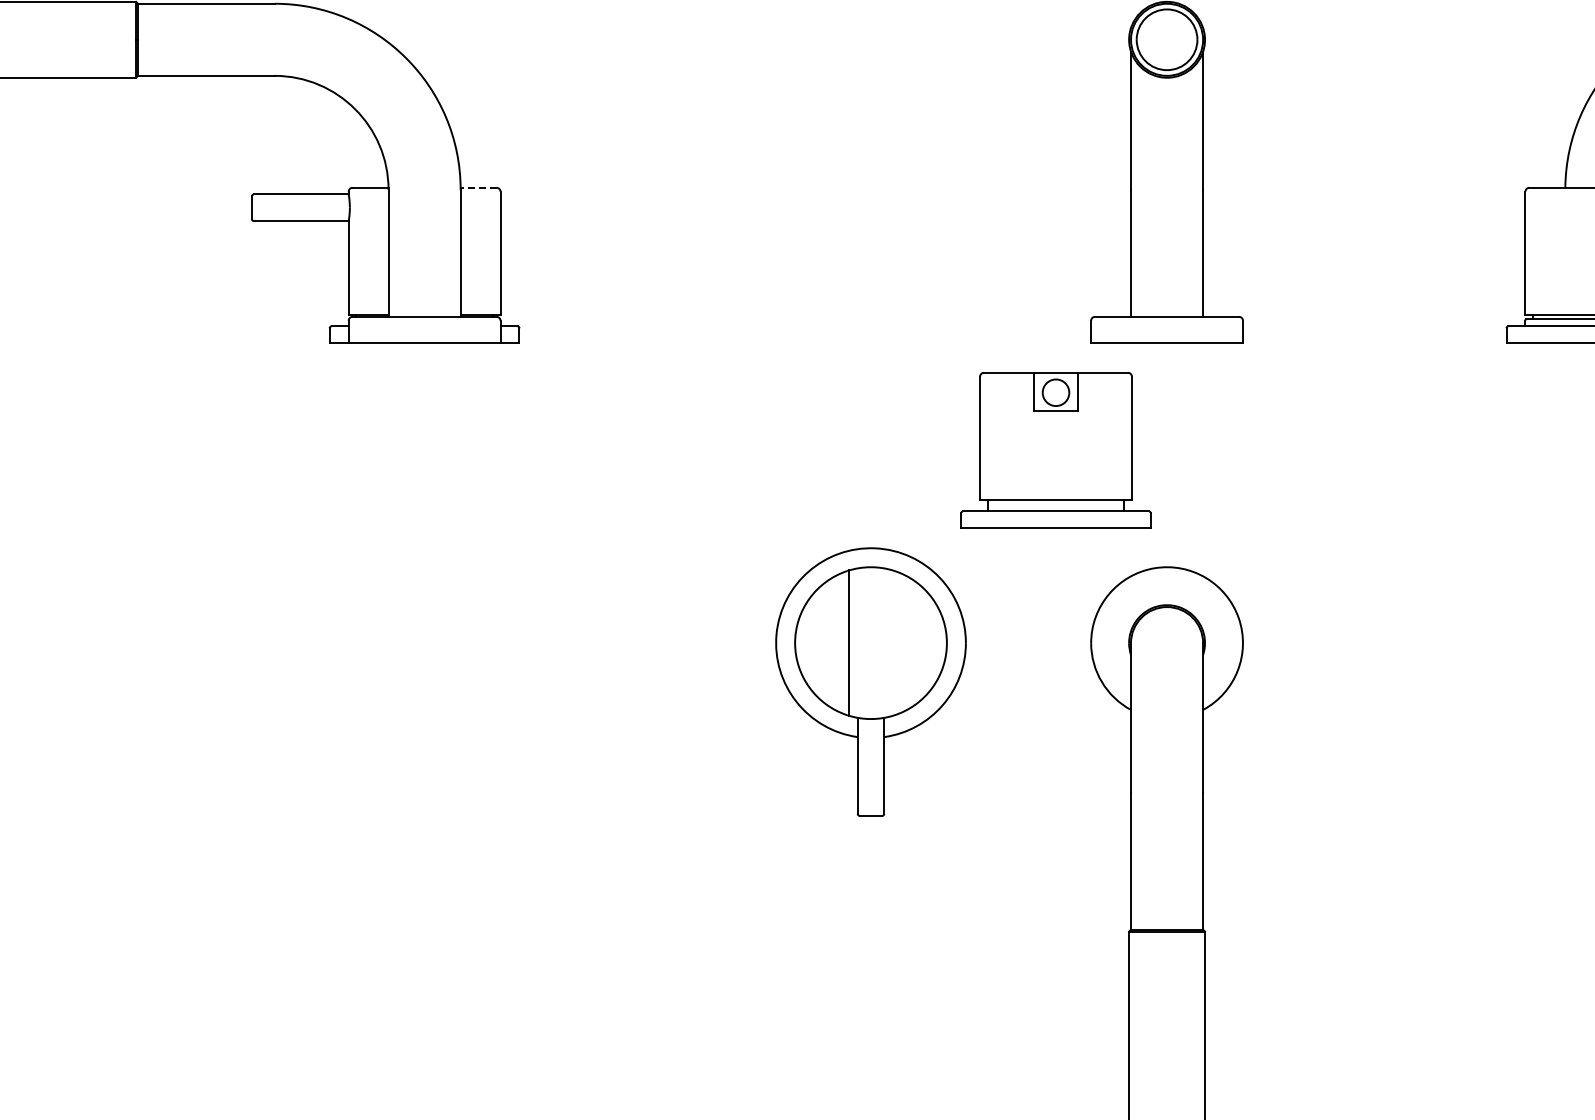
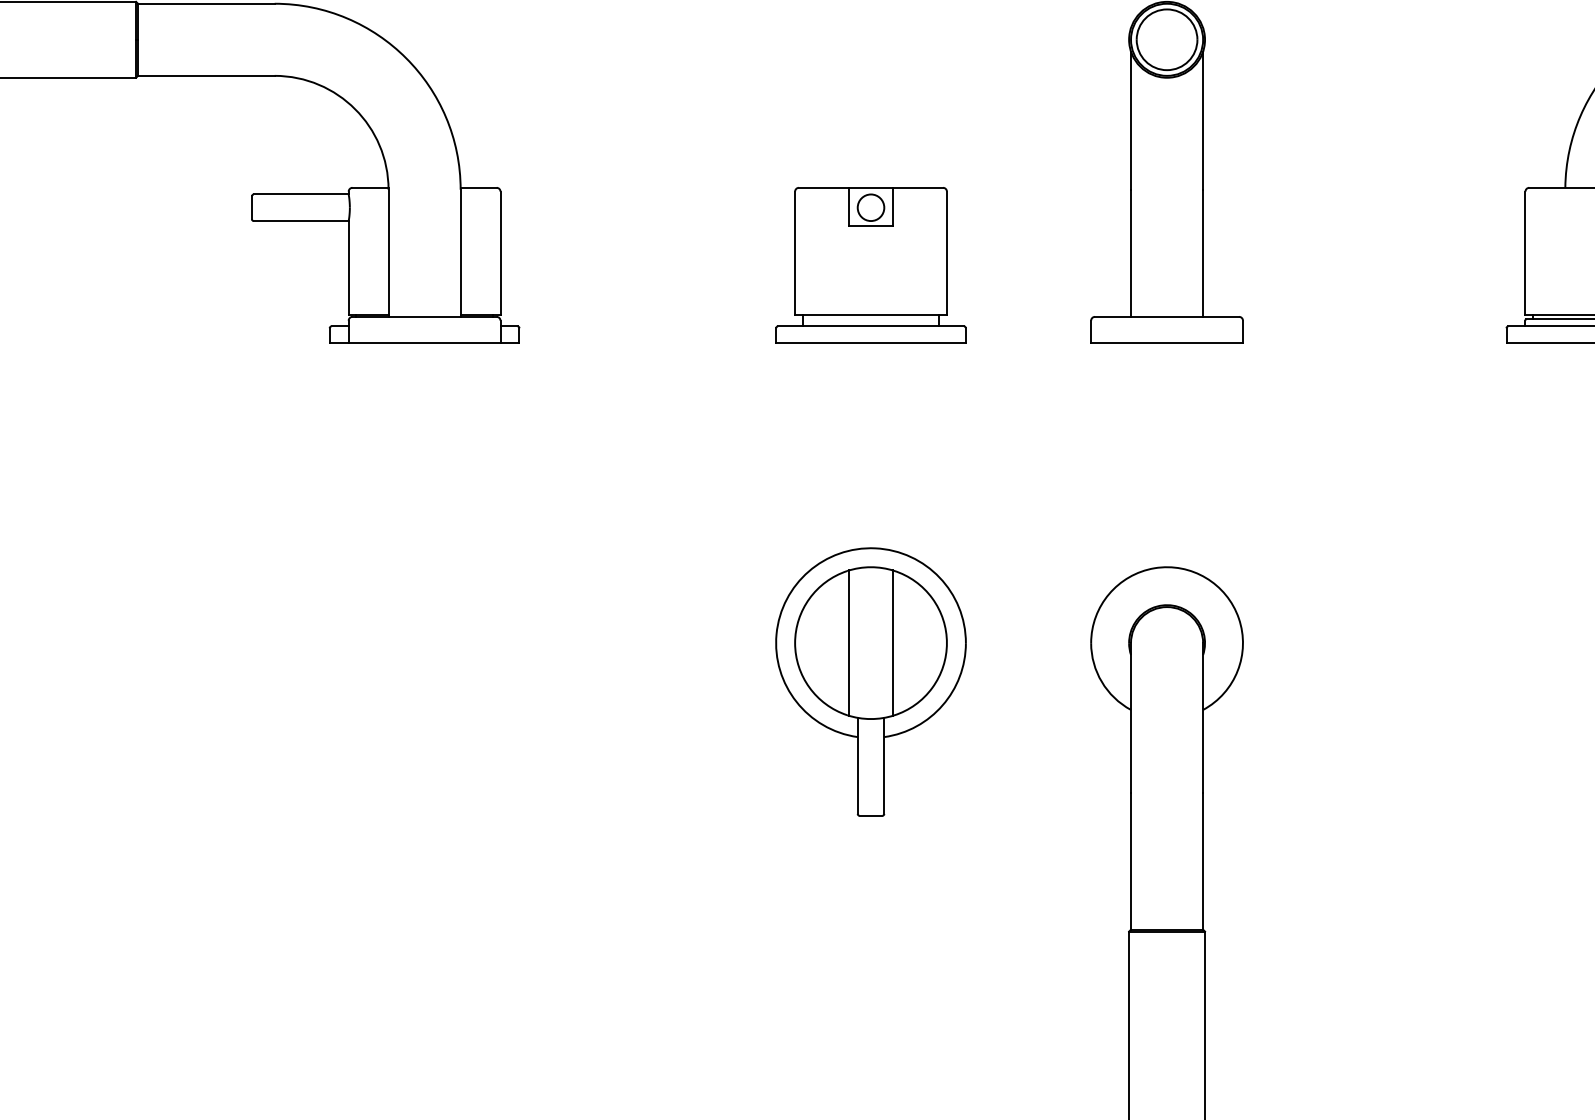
line at (478, 187): dashed -> solid
part at (1055, 450) position: (1055, 450) -> (870, 265)
line at (893, 642): none -> present
